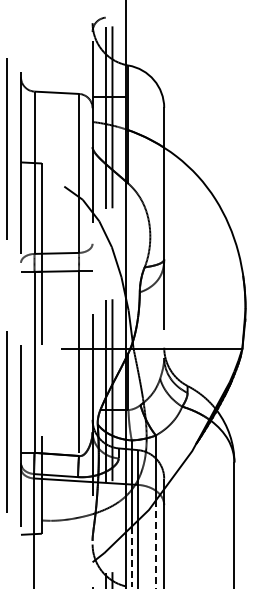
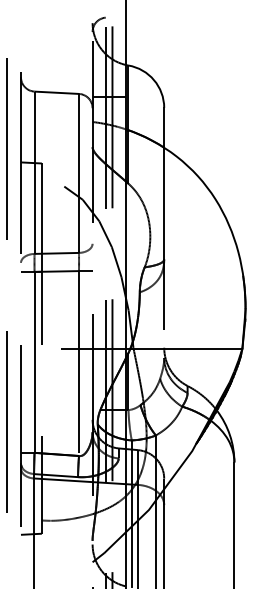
line at (155, 545): dashed -> solid
line at (131, 557): dashed -> solid
